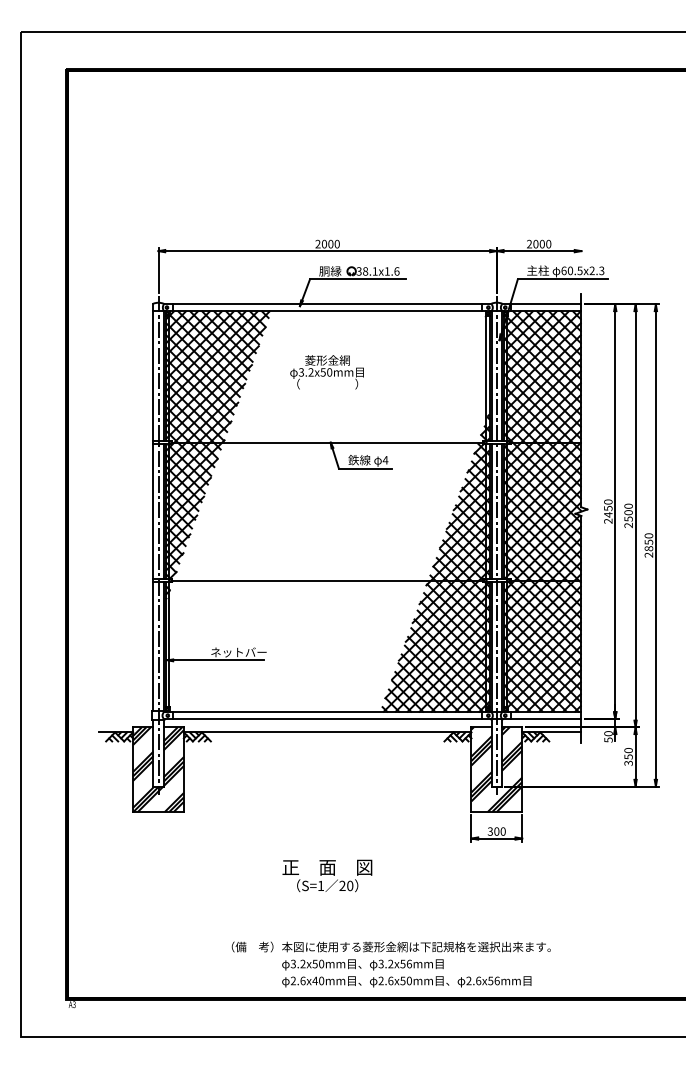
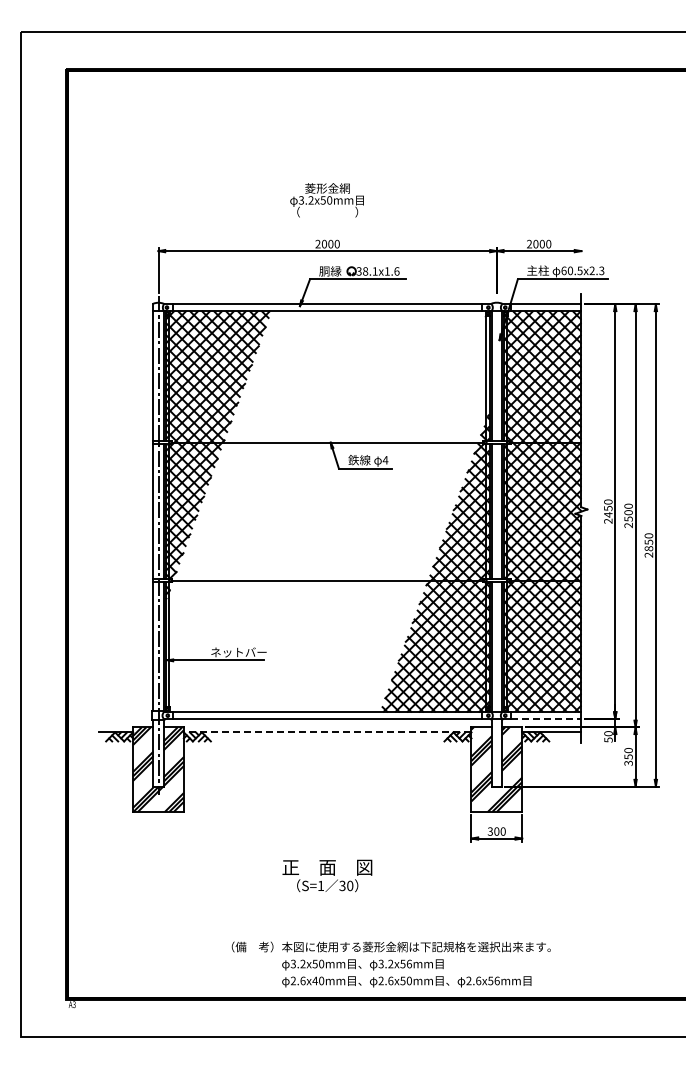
text at (326, 372) position: (326, 372) -> (326, 200)
line at (496, 545): present -> none
line at (546, 718): solid -> dashed
line at (327, 732): solid -> dashed
text at (342, 886): 20 -> 30
